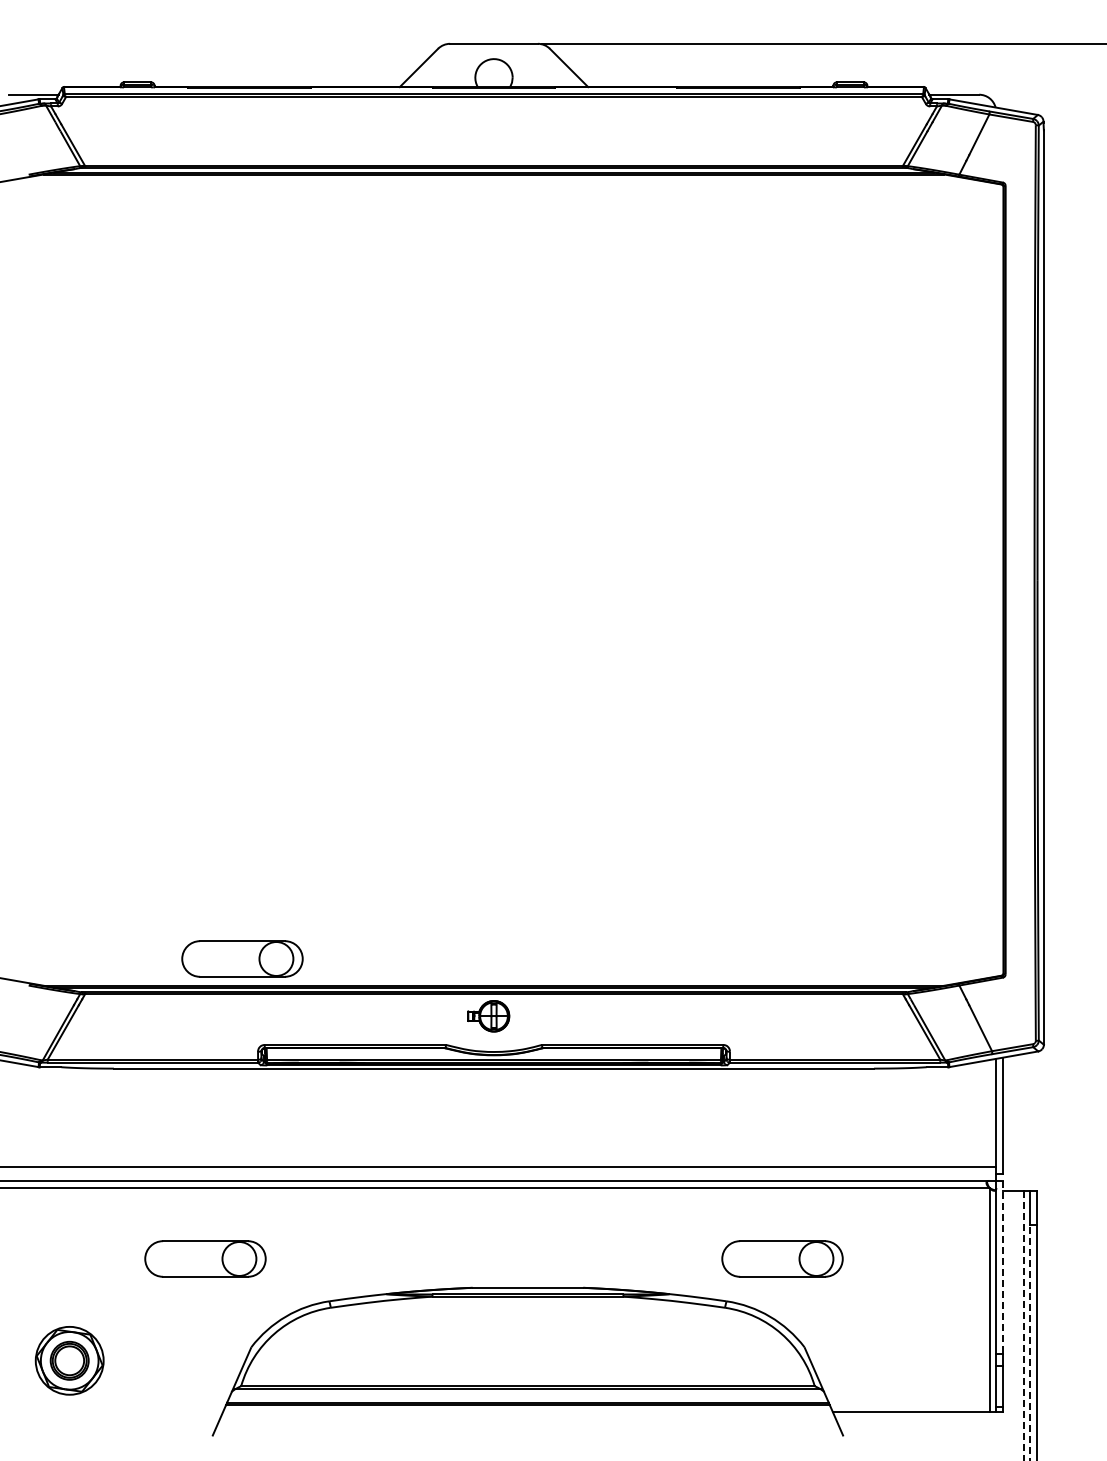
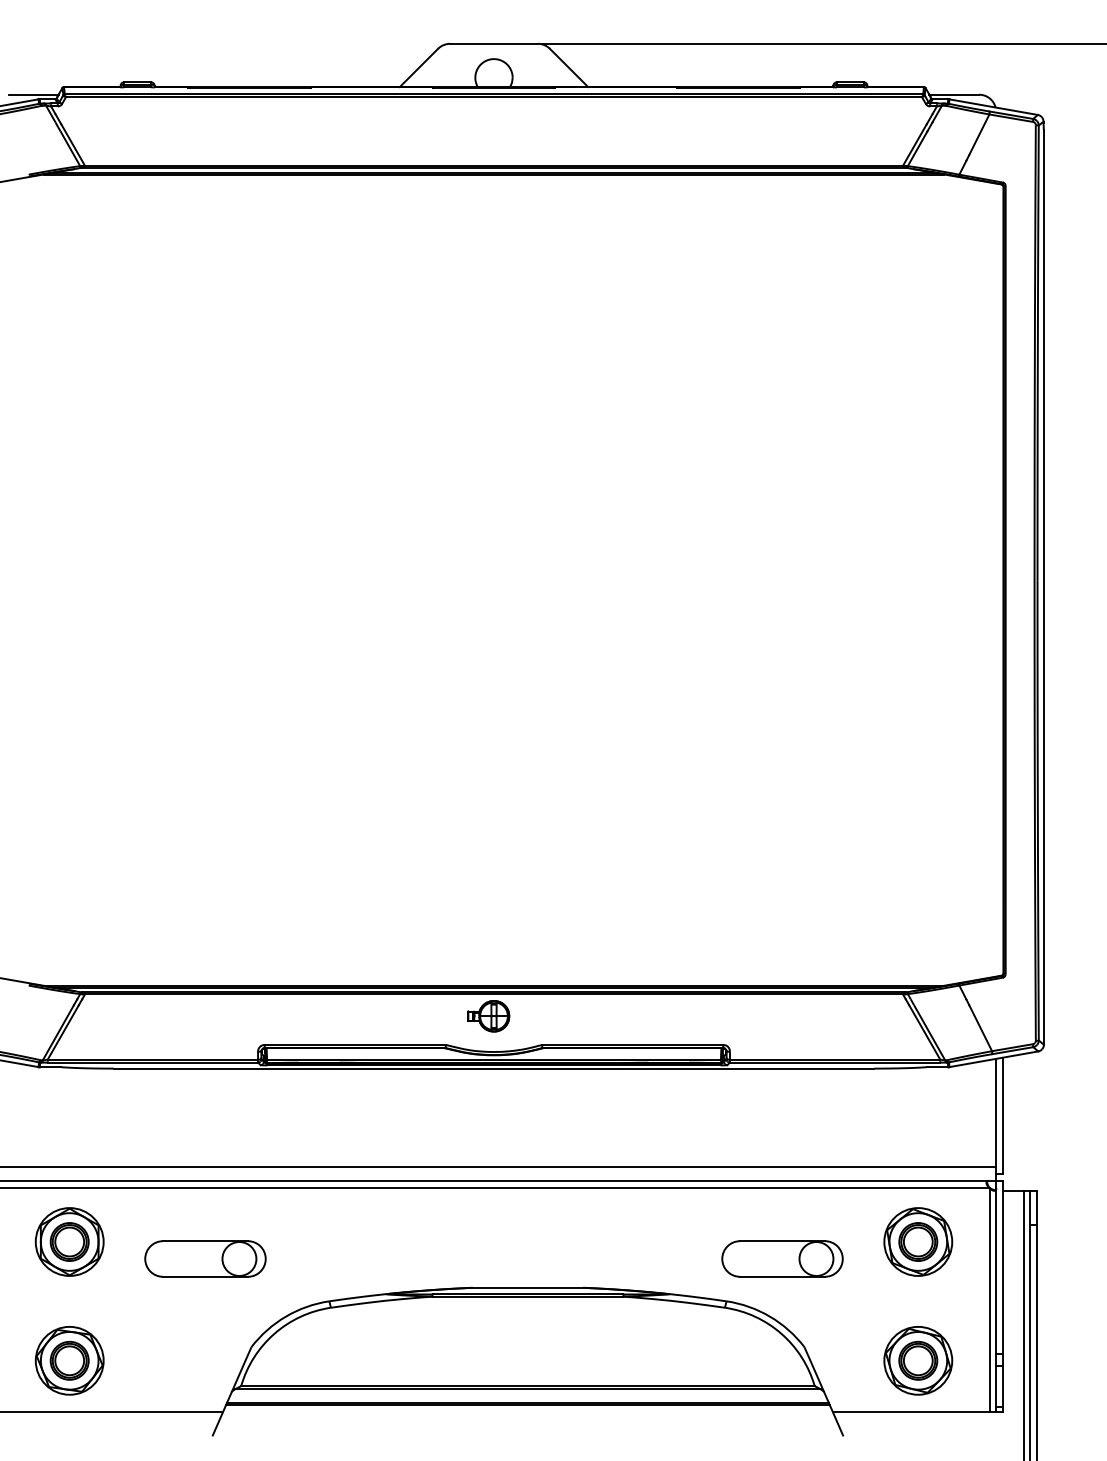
part at (242, 958): present -> none
part at (69, 1241): none -> present
part at (918, 1241): none -> present
line at (1003, 1267): dashed -> solid
line at (1023, 1326): dashed -> solid
line at (1030, 1343): dashed -> solid
part at (918, 1360): none -> present
line at (112, 1411): none -> present
